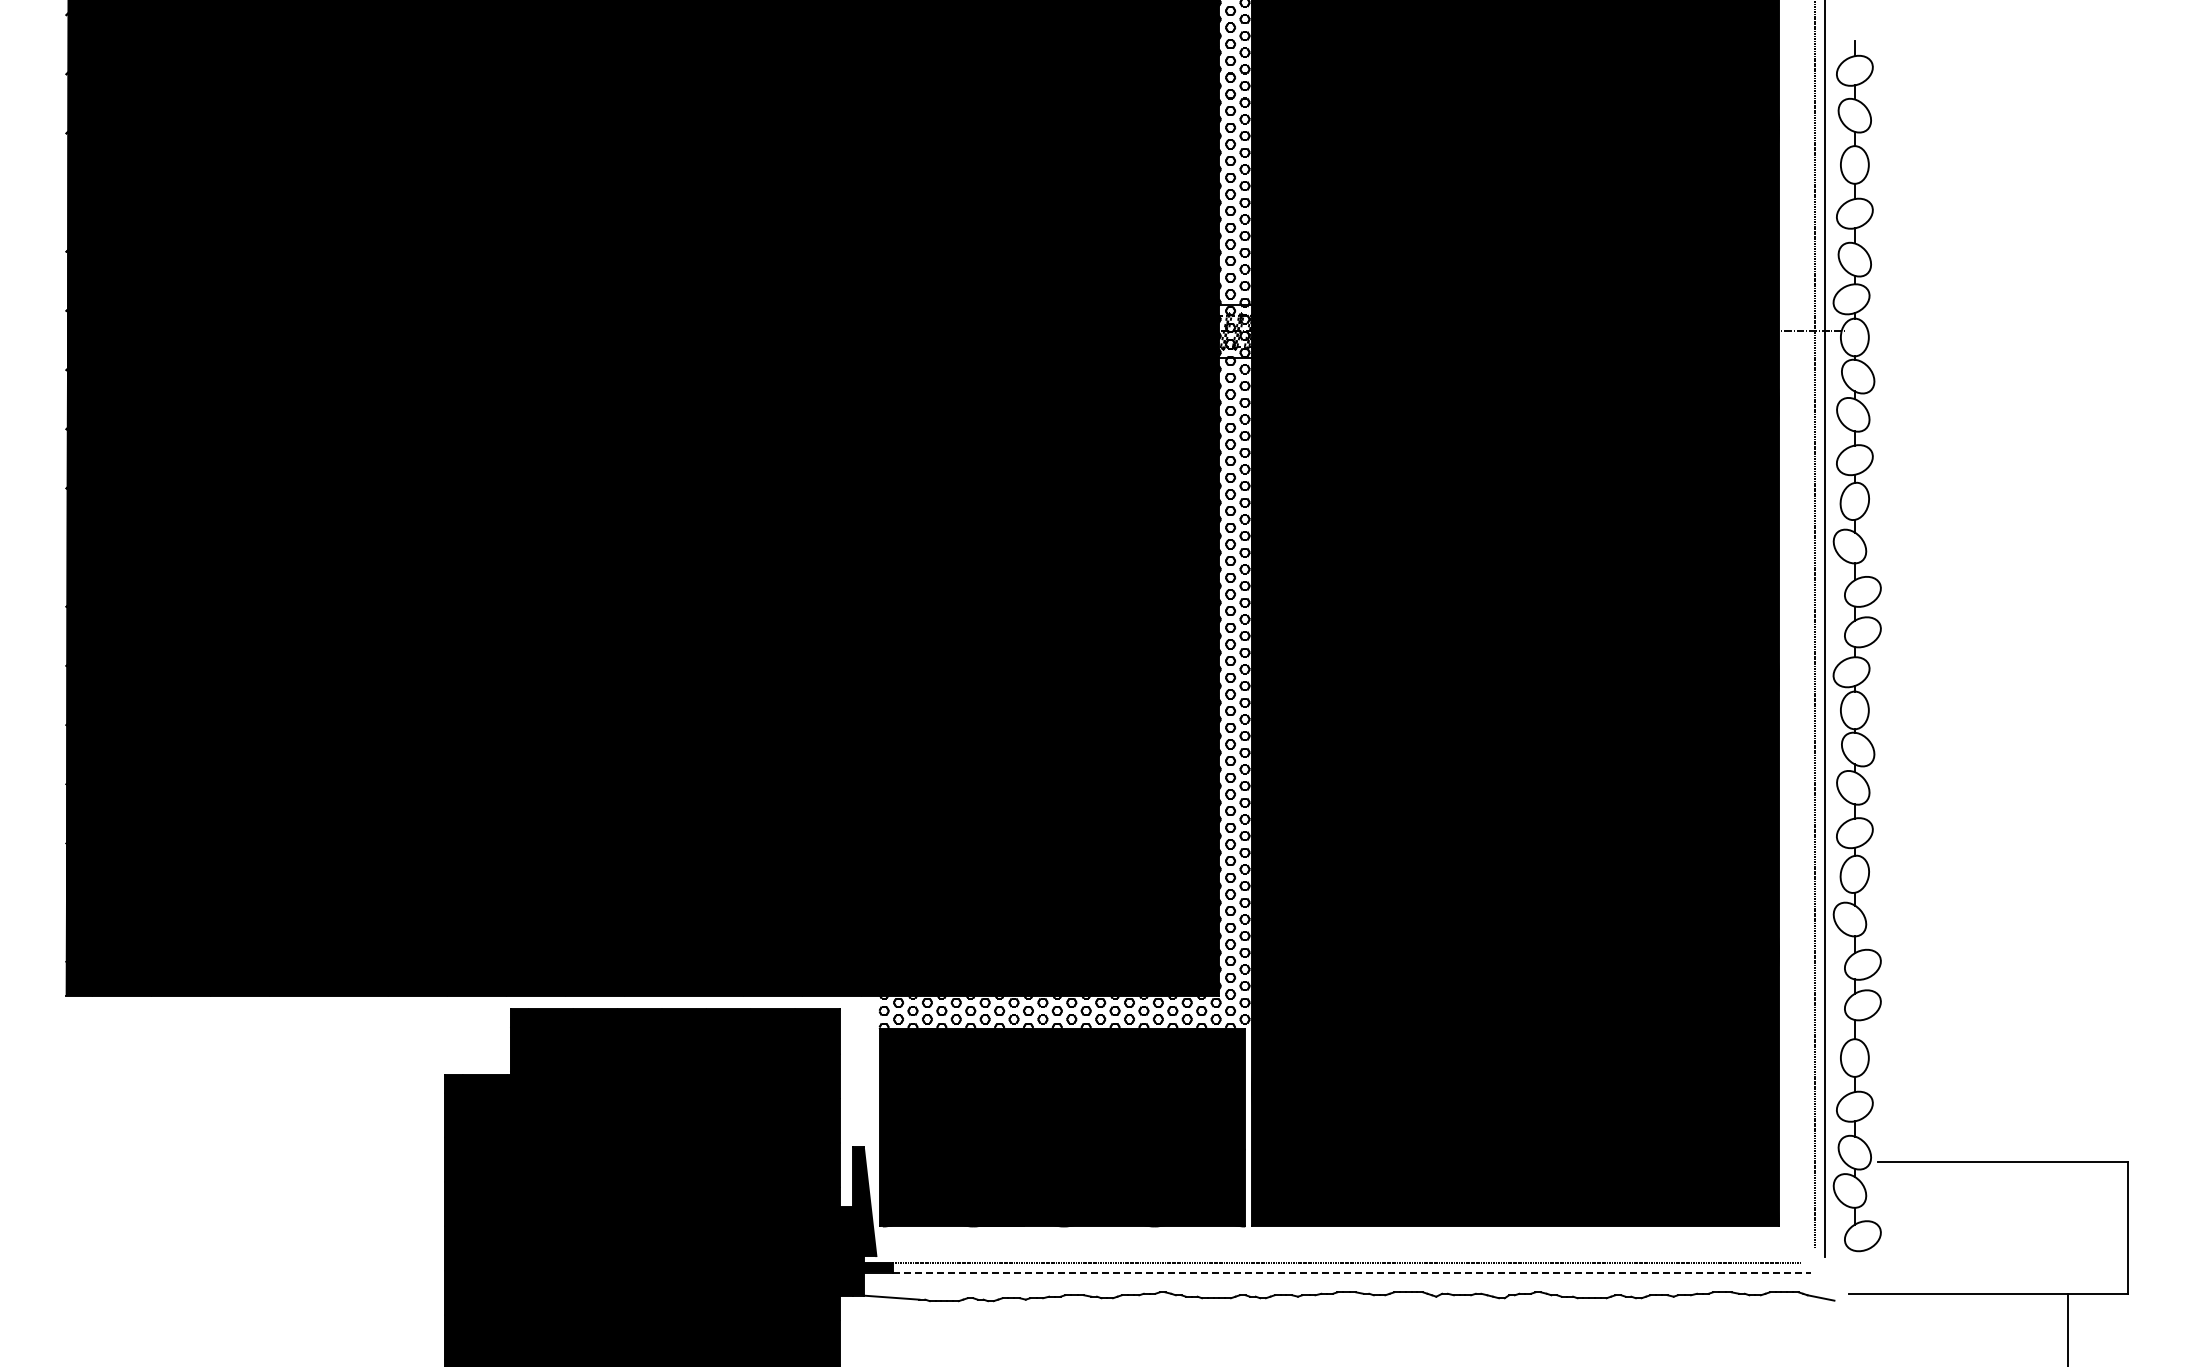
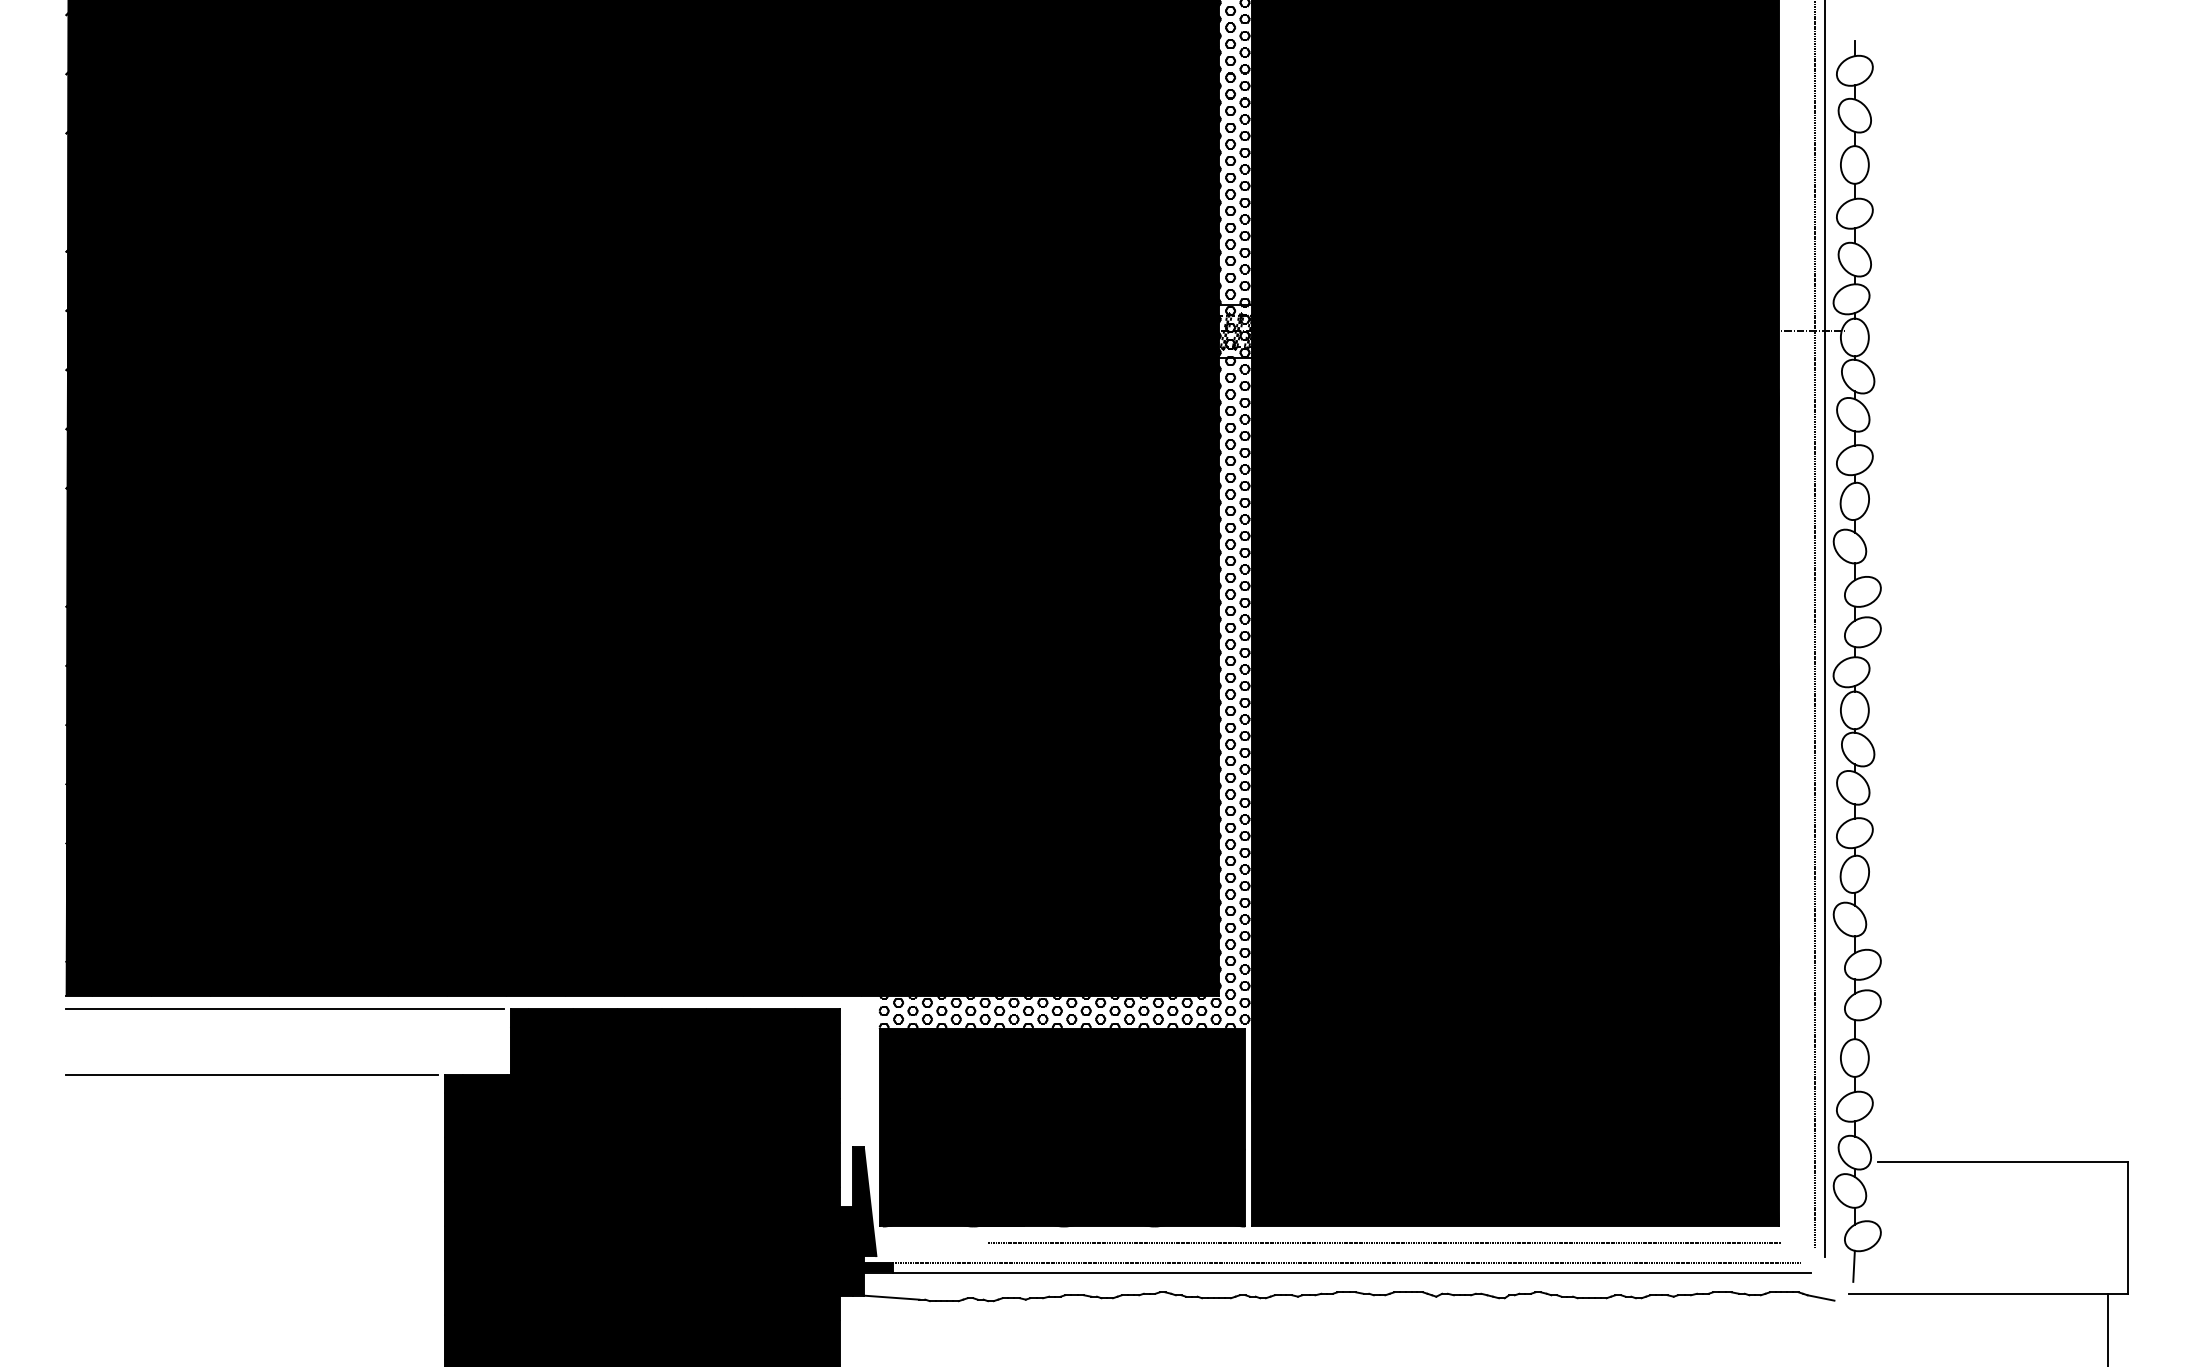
line at (284, 1009): none -> present
line at (251, 1074): none -> present
line at (1384, 1242): none -> present
line at (1853, 1265): none -> present
line at (1352, 1272): dashed -> solid
line at (2068, 1328) position: (2068, 1328) -> (2108, 1328)
